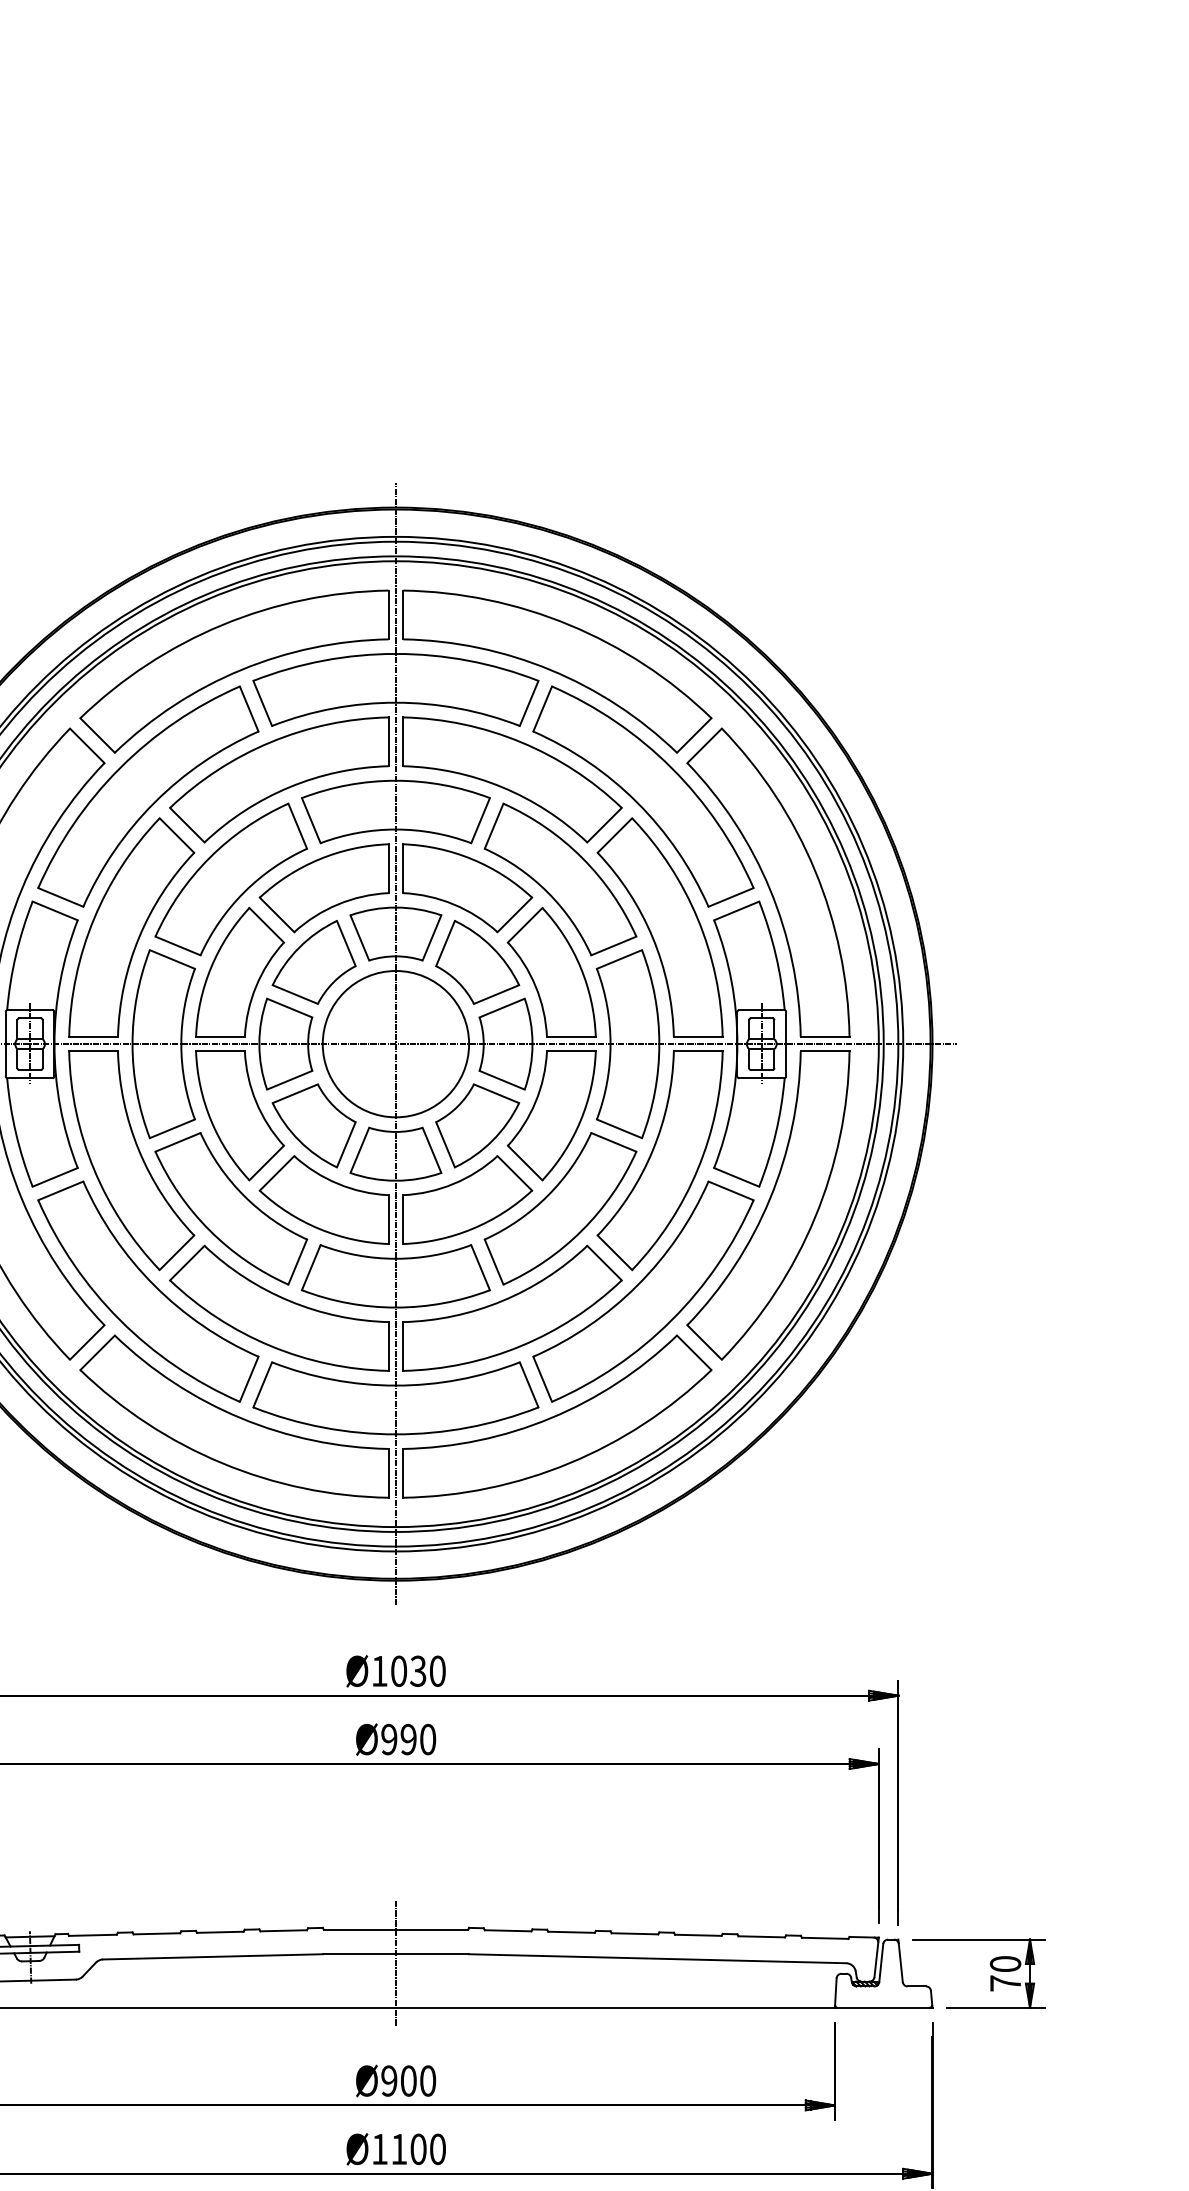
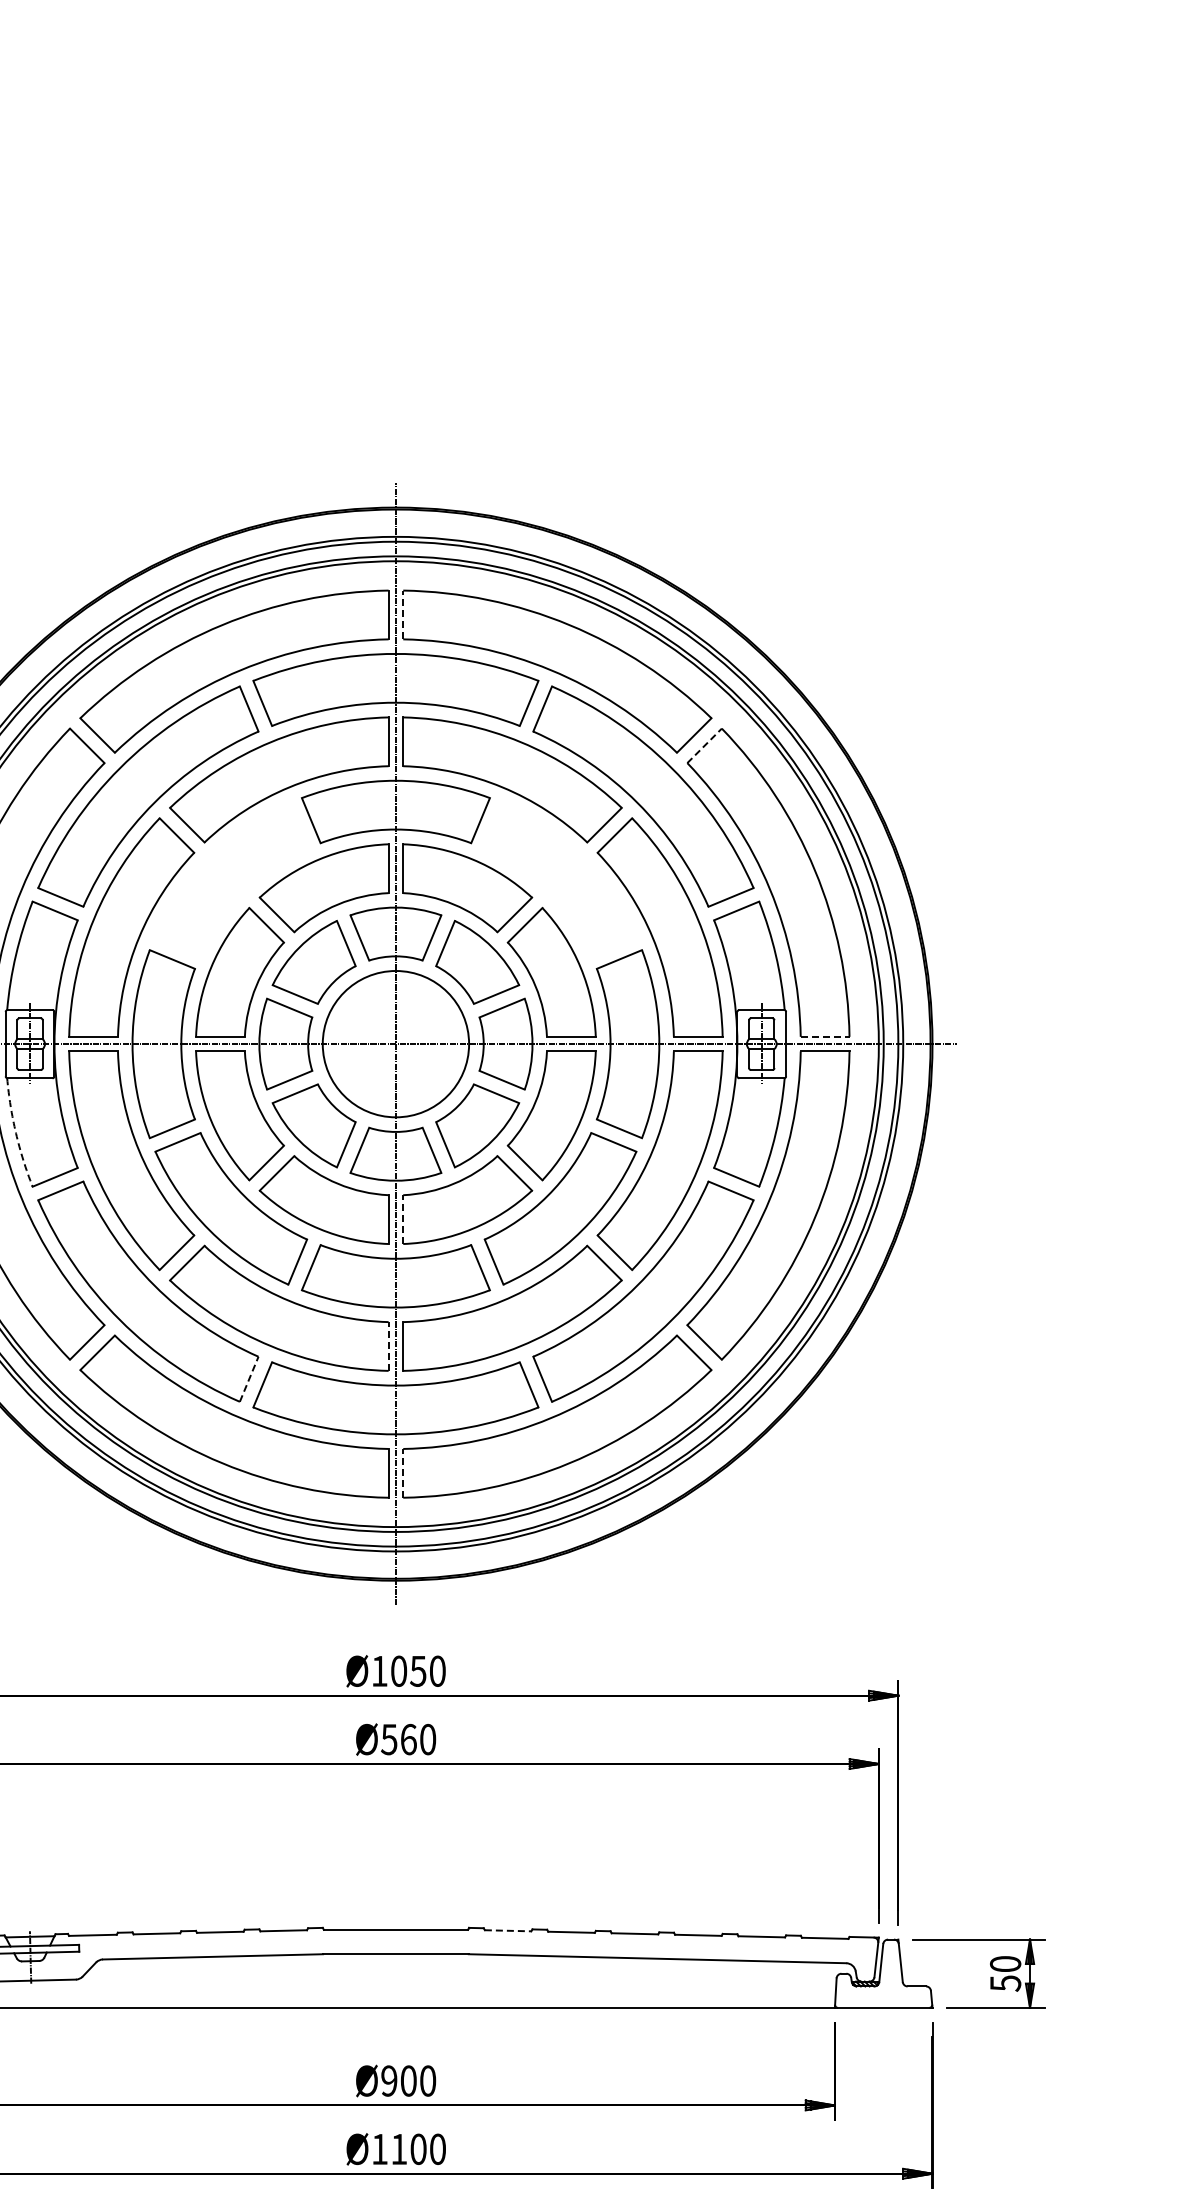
line at (403, 614): solid -> dashed
line at (704, 745): solid -> dashed
part at (230, 879): present -> none
part at (560, 879): present -> none
line at (825, 1036): solid -> dashed
arc at (16, 1133): solid -> dashed
line at (403, 1219): solid -> dashed
line at (388, 1346): solid -> dashed
line at (249, 1378): solid -> dashed
line at (403, 1472): solid -> dashed
text at (418, 1670): Ø1030 -> Ø1050
text at (398, 1739): Ø990 -> Ø560
line at (508, 1930): solid -> dashed
line at (395, 1963): present -> none
text at (1005, 1983): 70 -> 50
